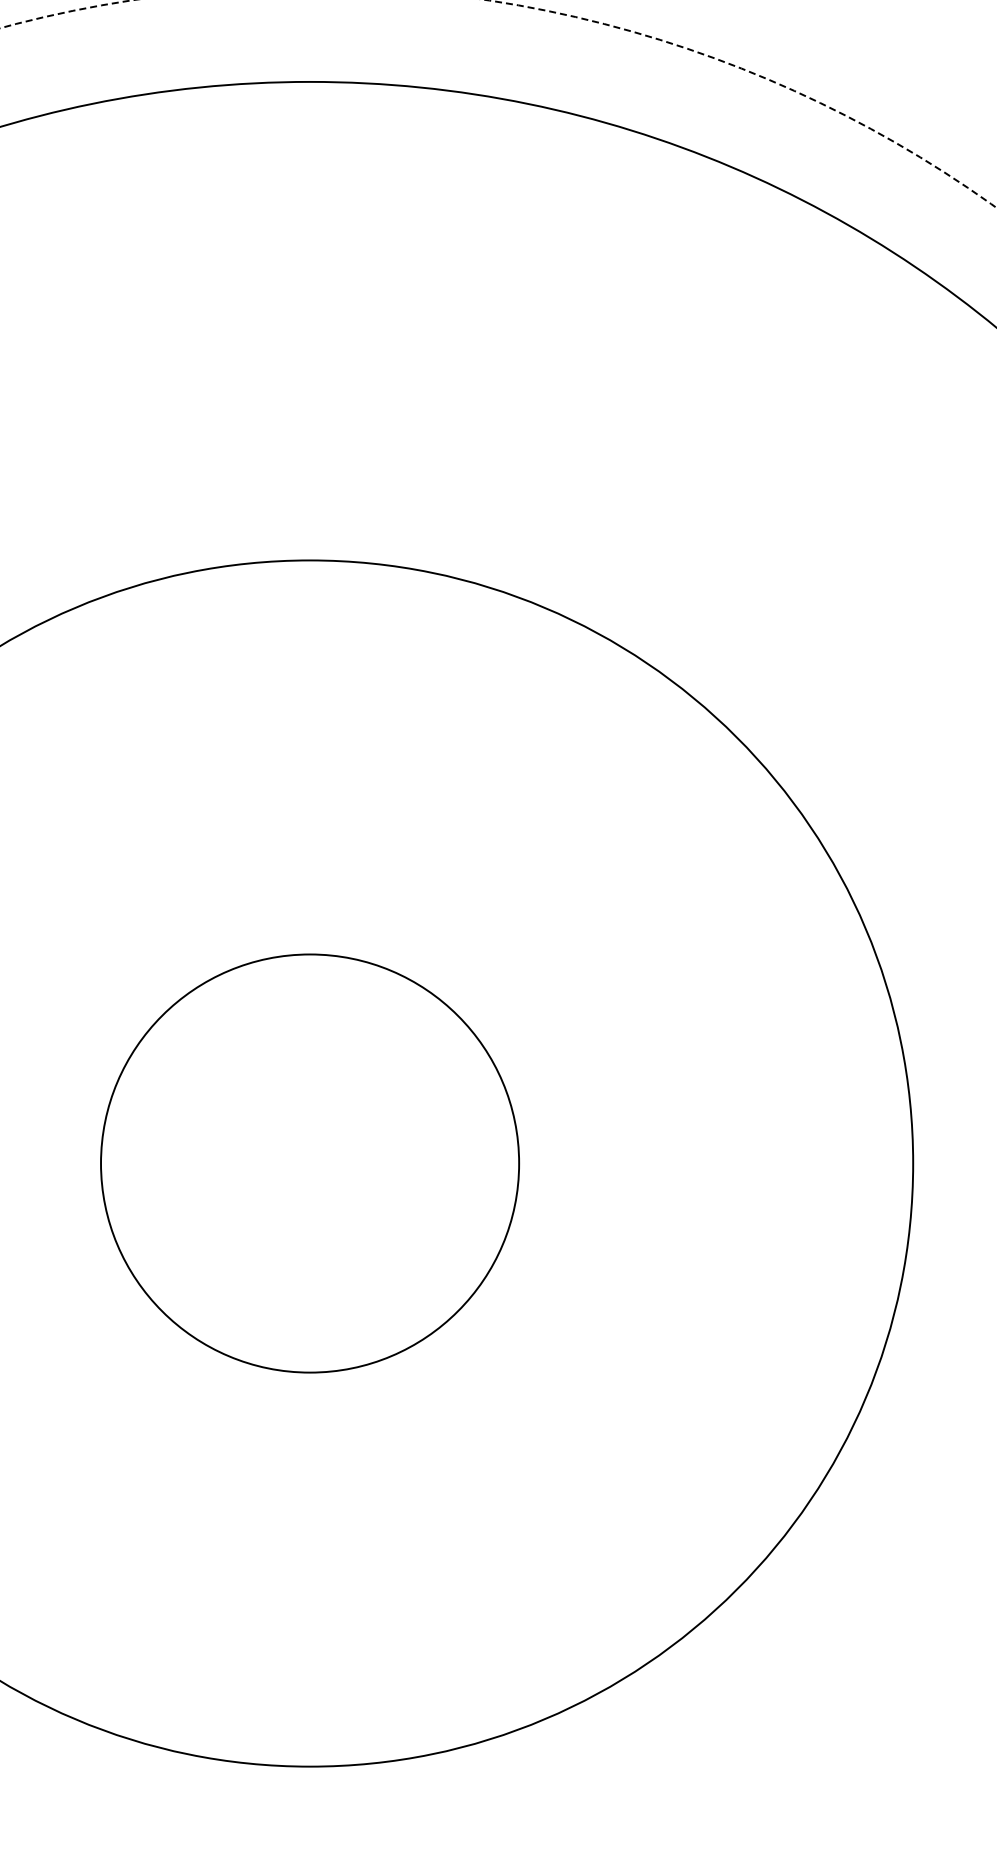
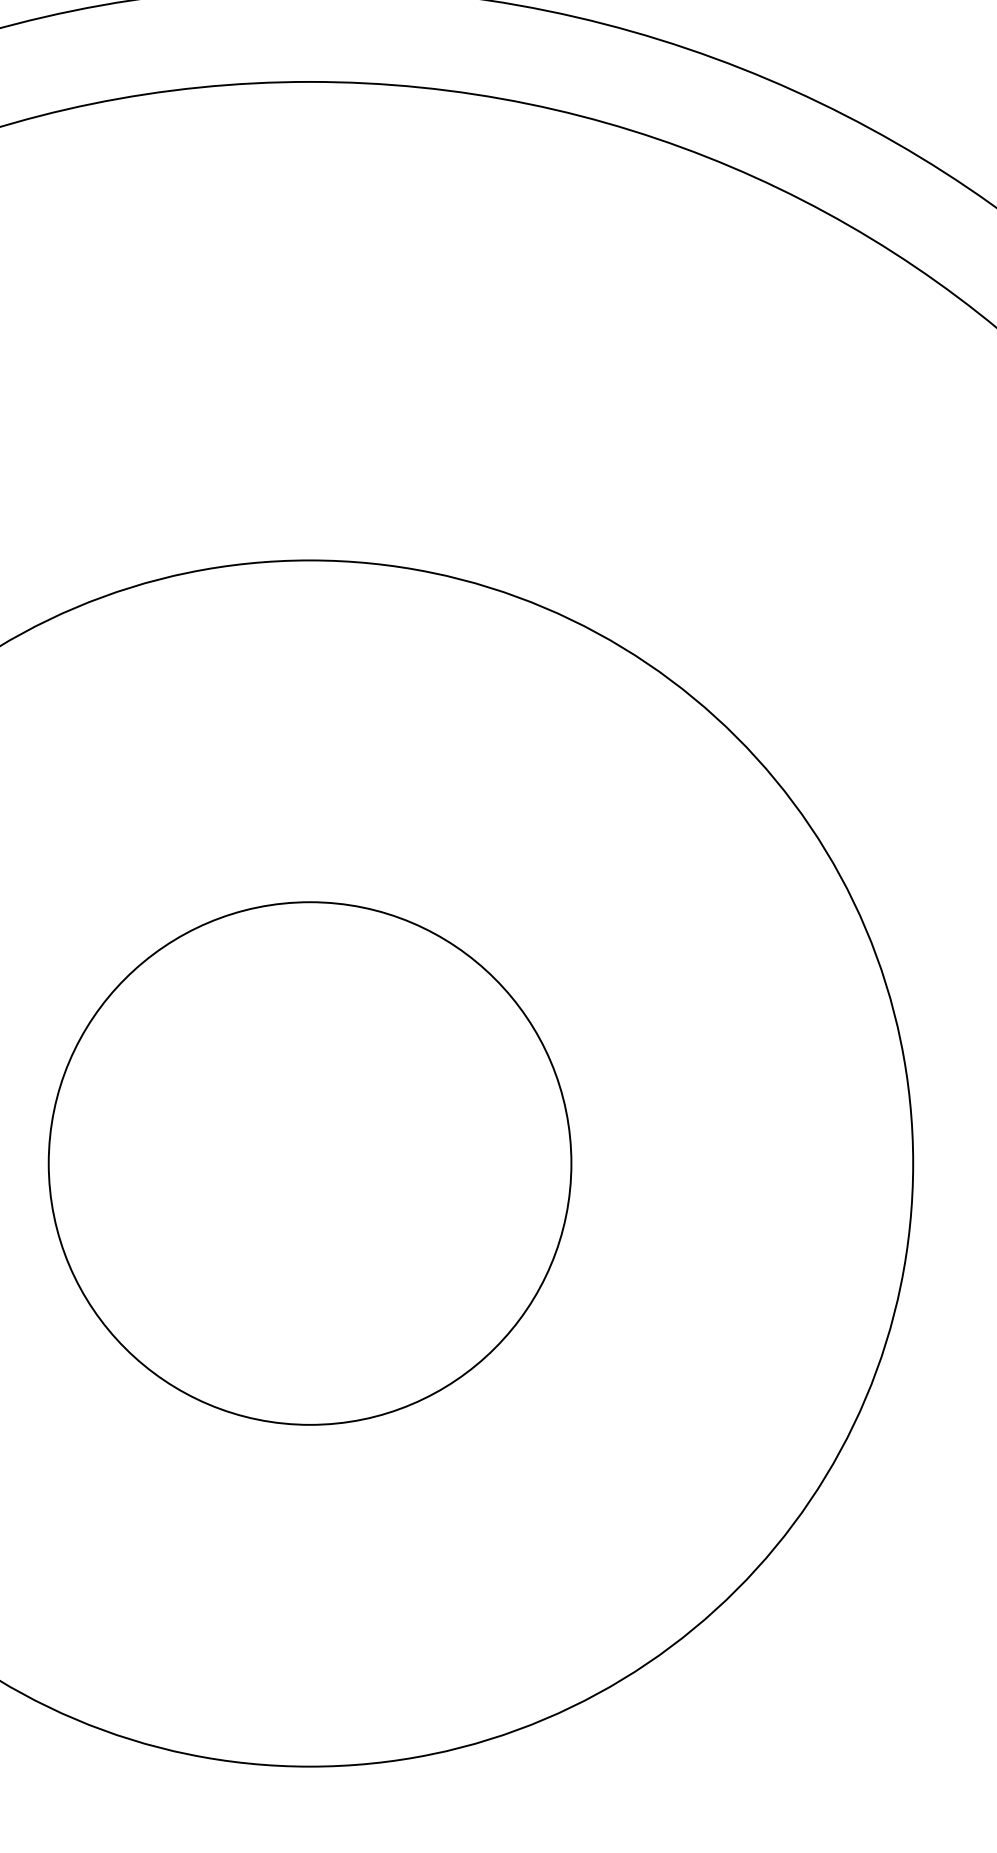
circle at (498, 104): dashed -> solid
circle at (310, 1163) diameter: 418 px -> 523 px
